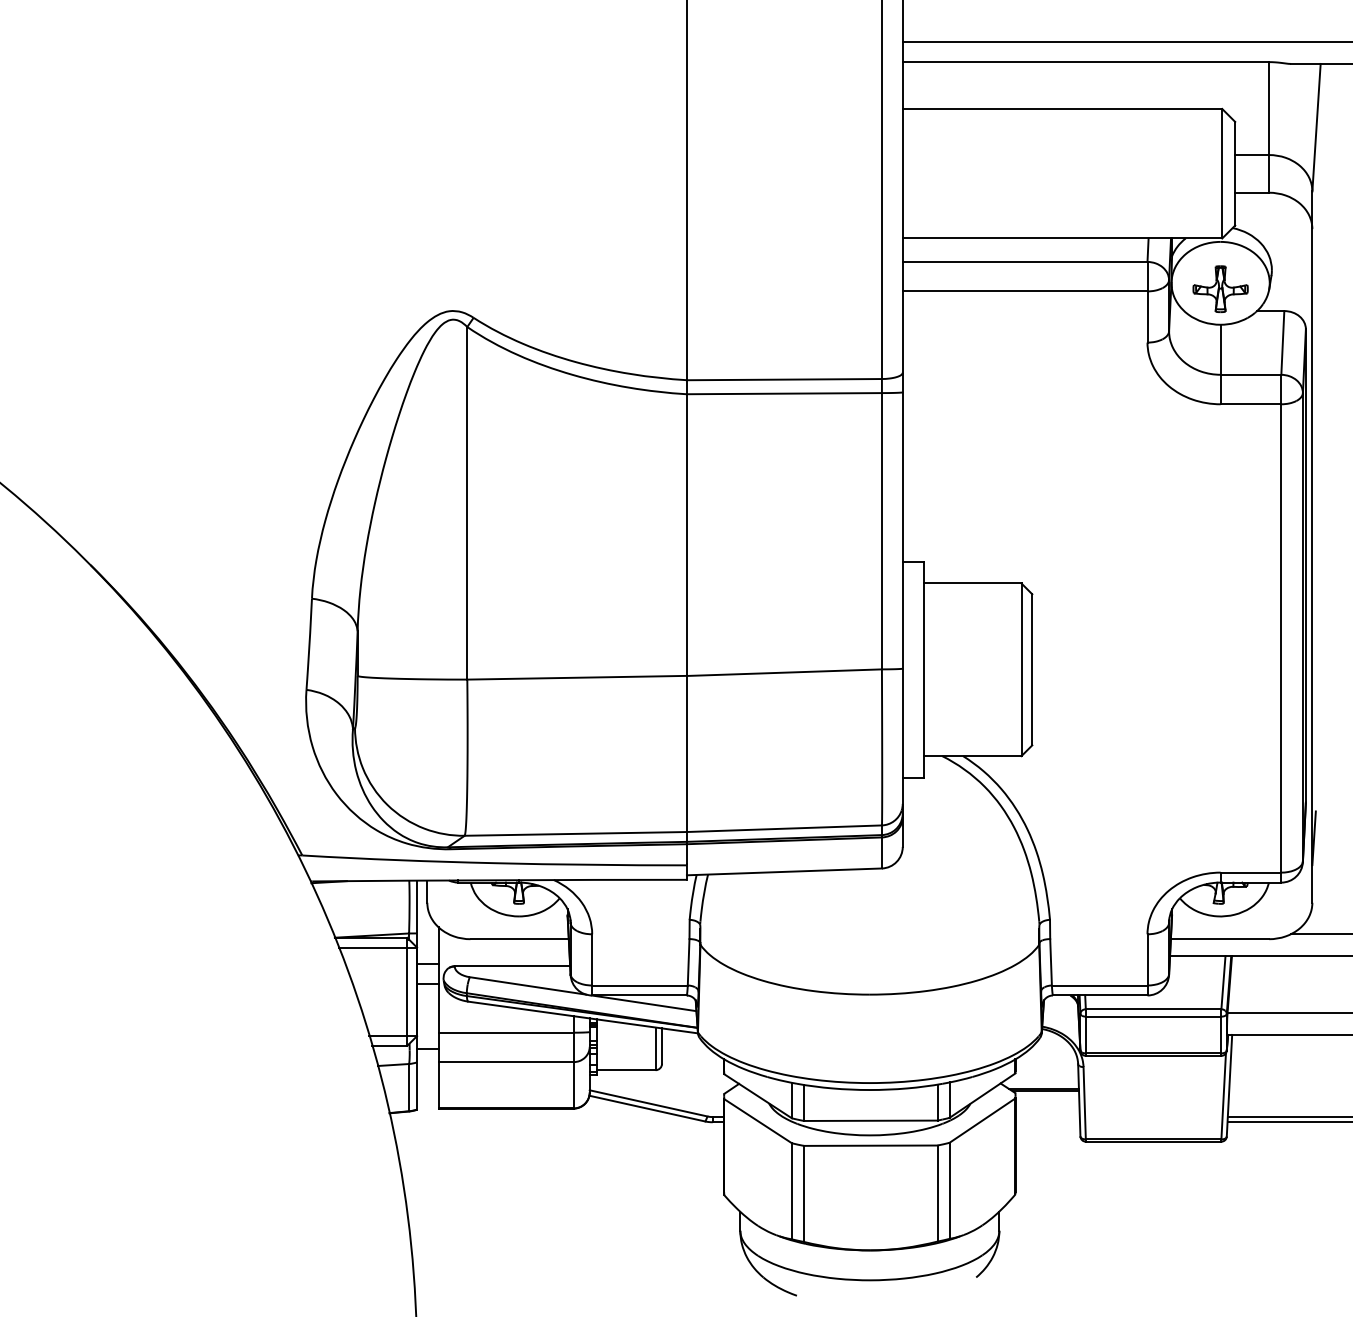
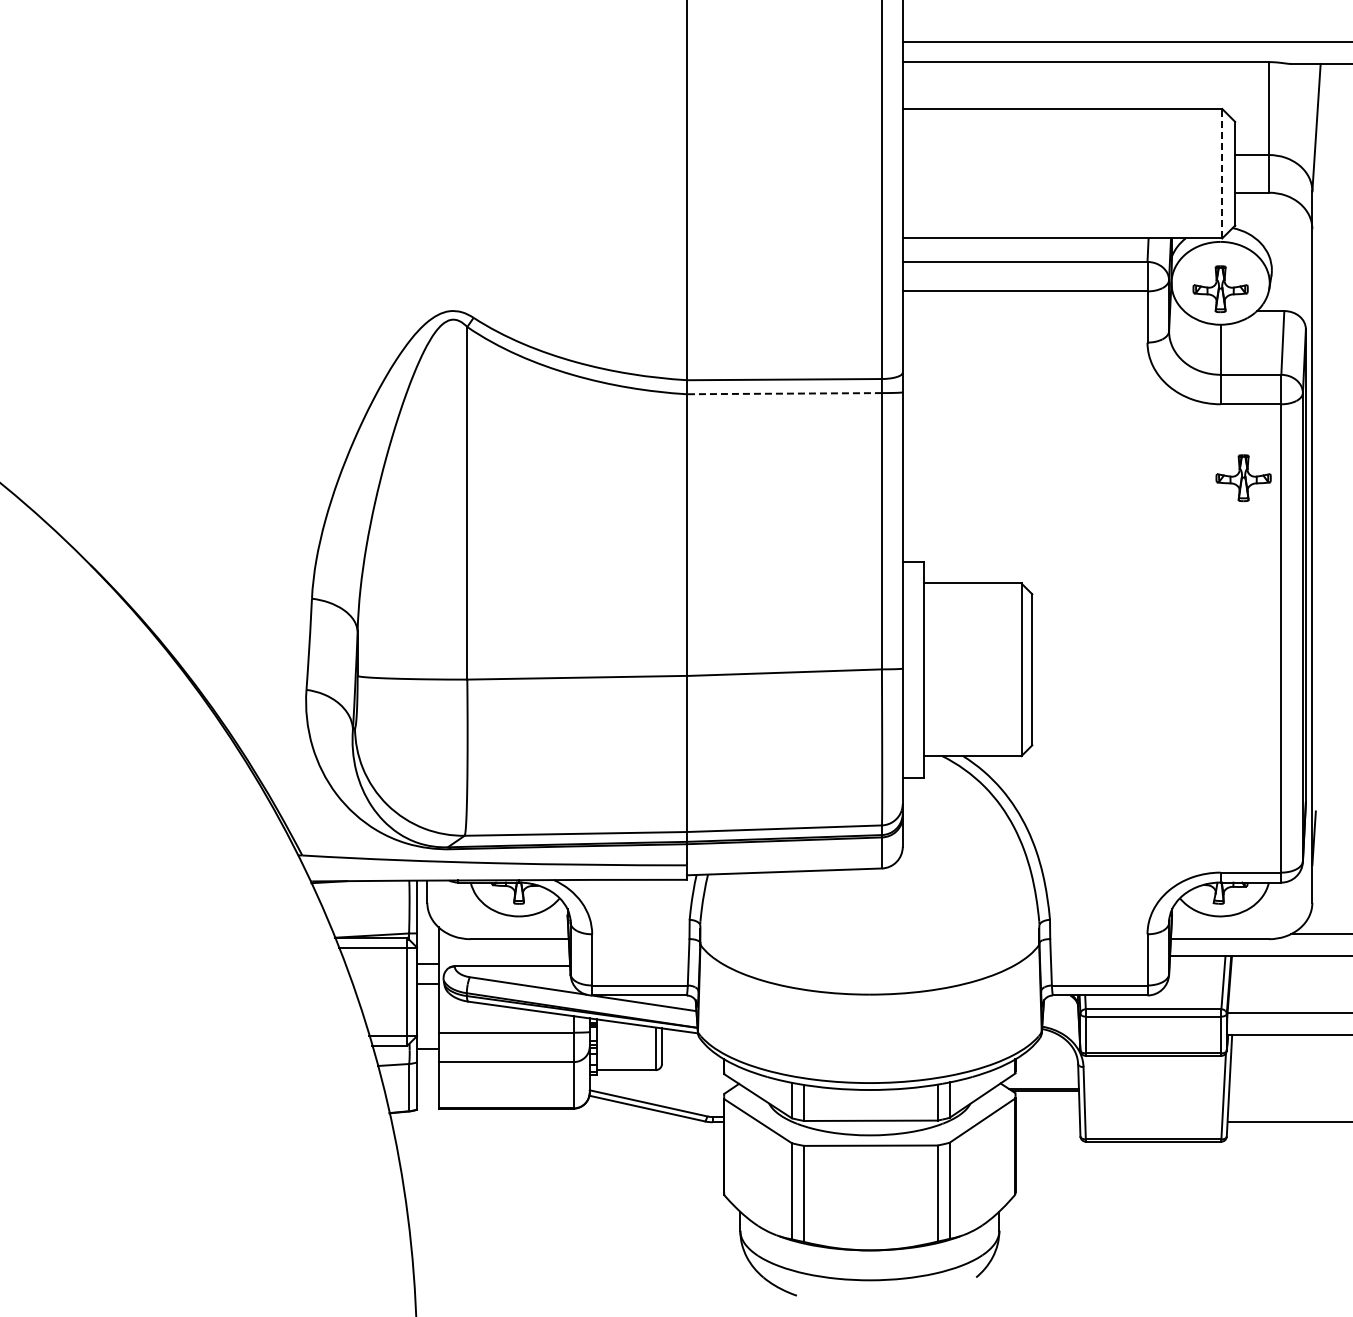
line at (1222, 173): solid -> dashed
line at (784, 393): solid -> dashed
part at (1243, 478): none -> present
line at (1288, 1117): present -> none
